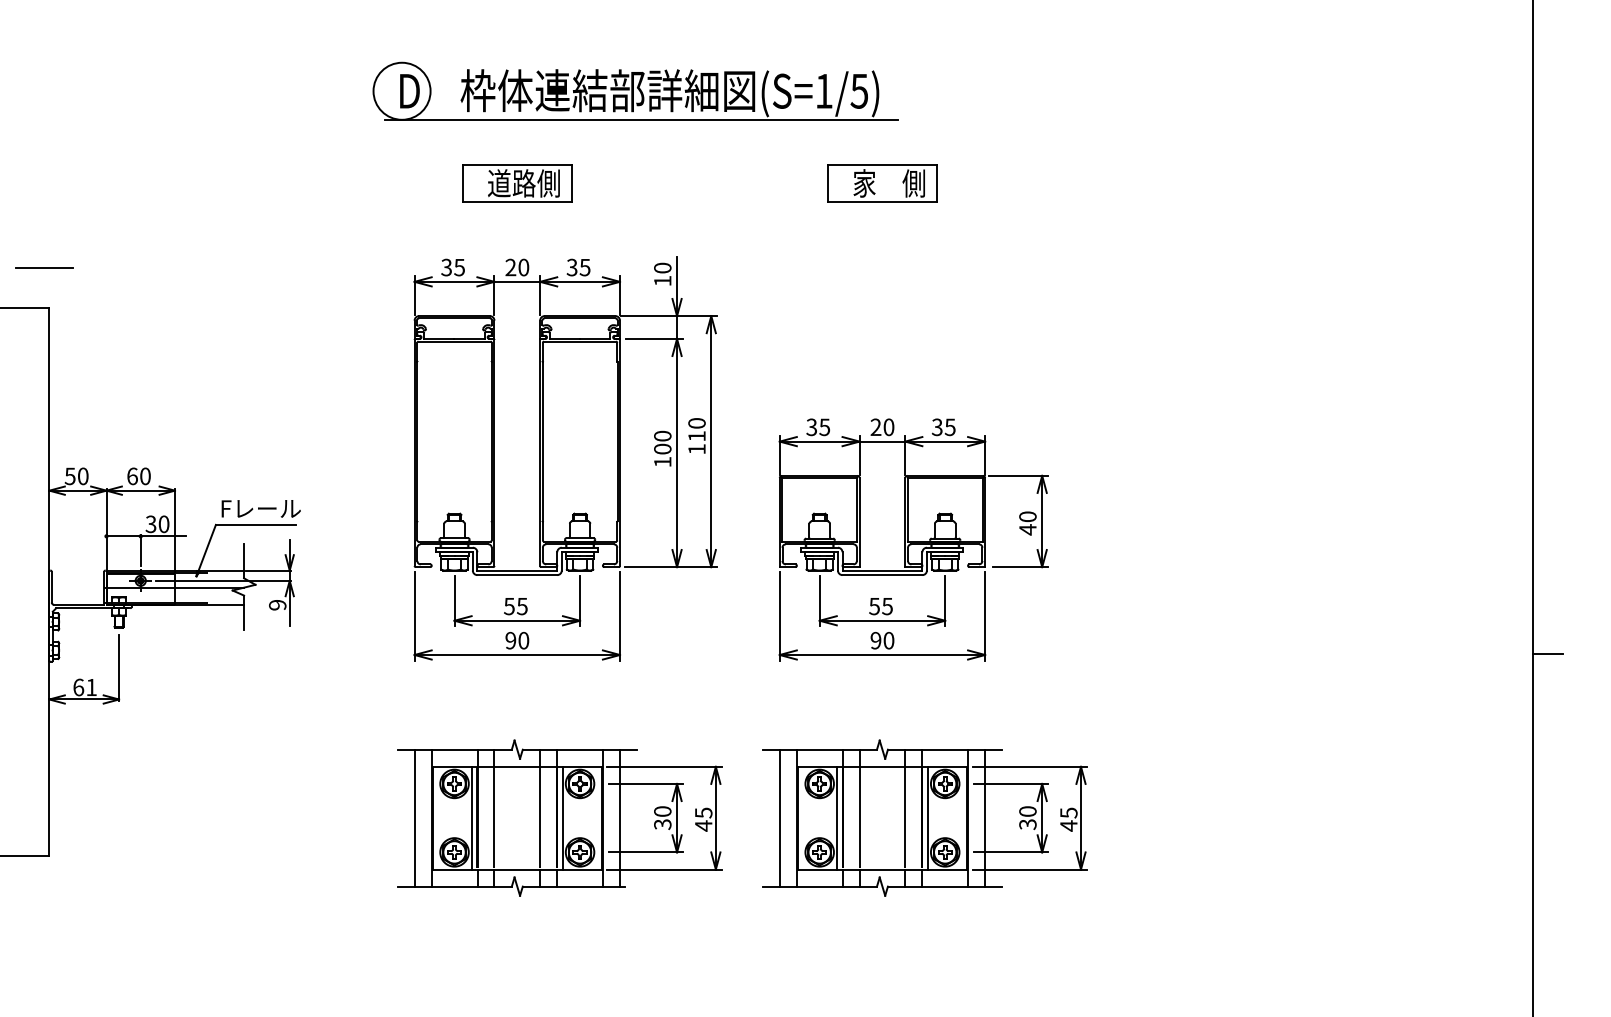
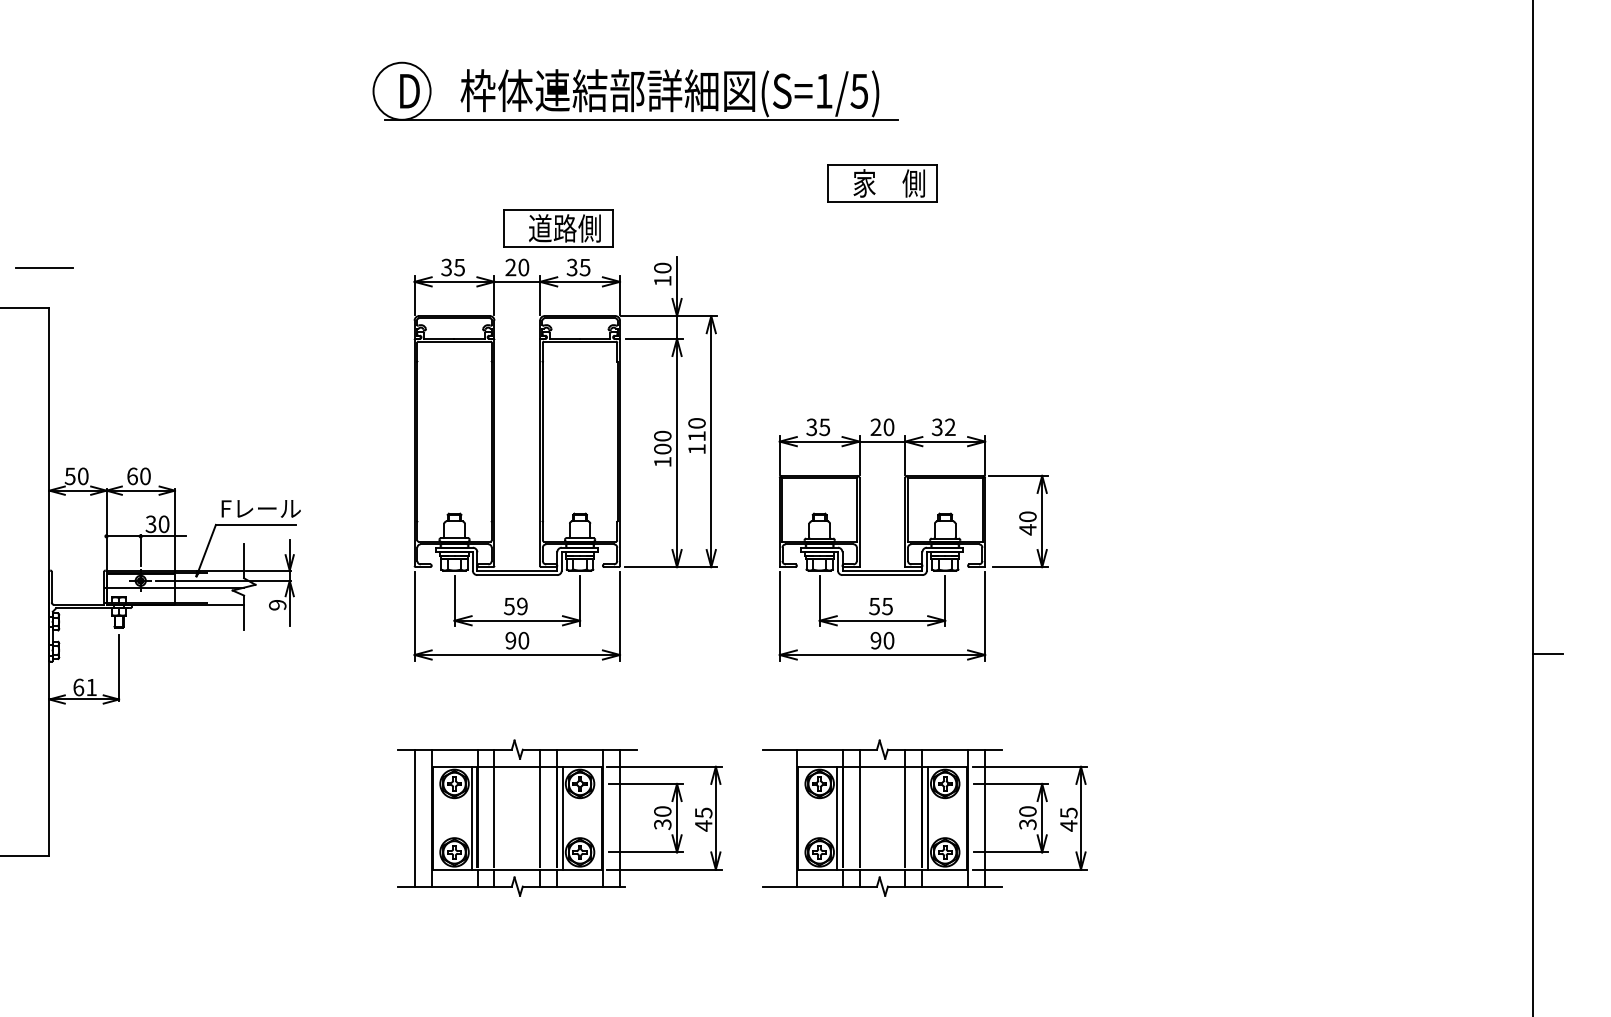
part at (517, 183) position: (517, 183) -> (558, 228)
text at (949, 427): 35 -> 32
text at (522, 606): 55 -> 59
line at (779, 817): present -> none
